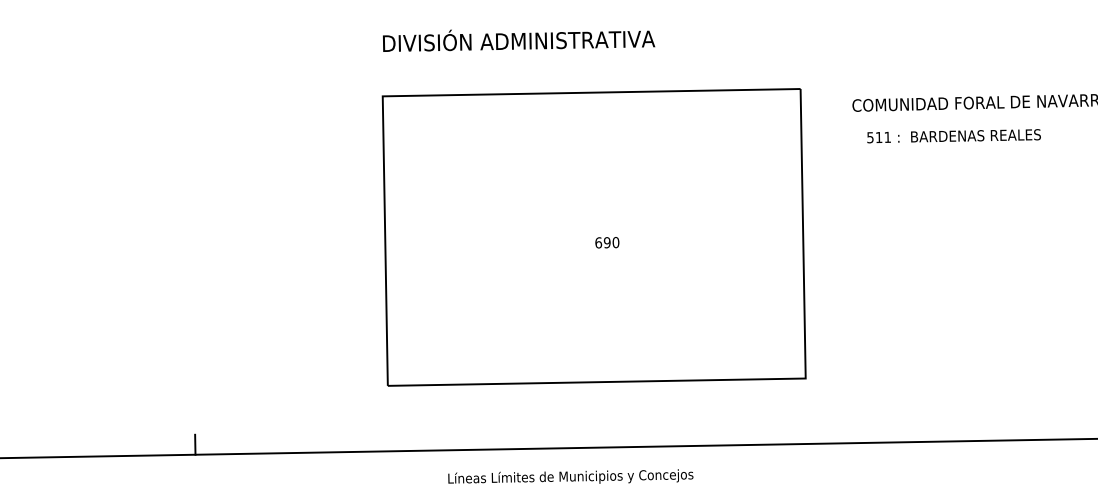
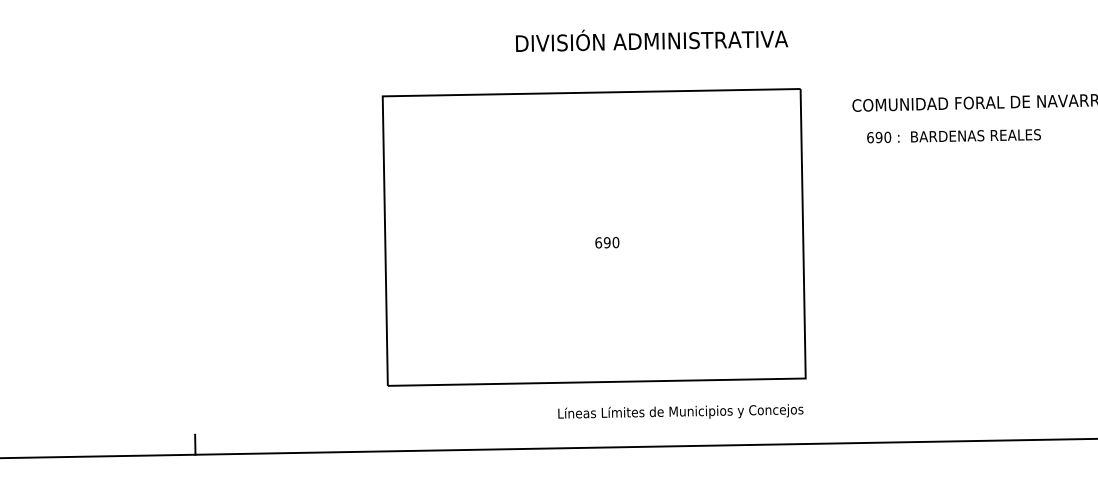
text at (519, 40) position: (519, 40) -> (652, 40)
text at (879, 137): 511 -> 690
text at (570, 476) position: (570, 476) -> (680, 411)
